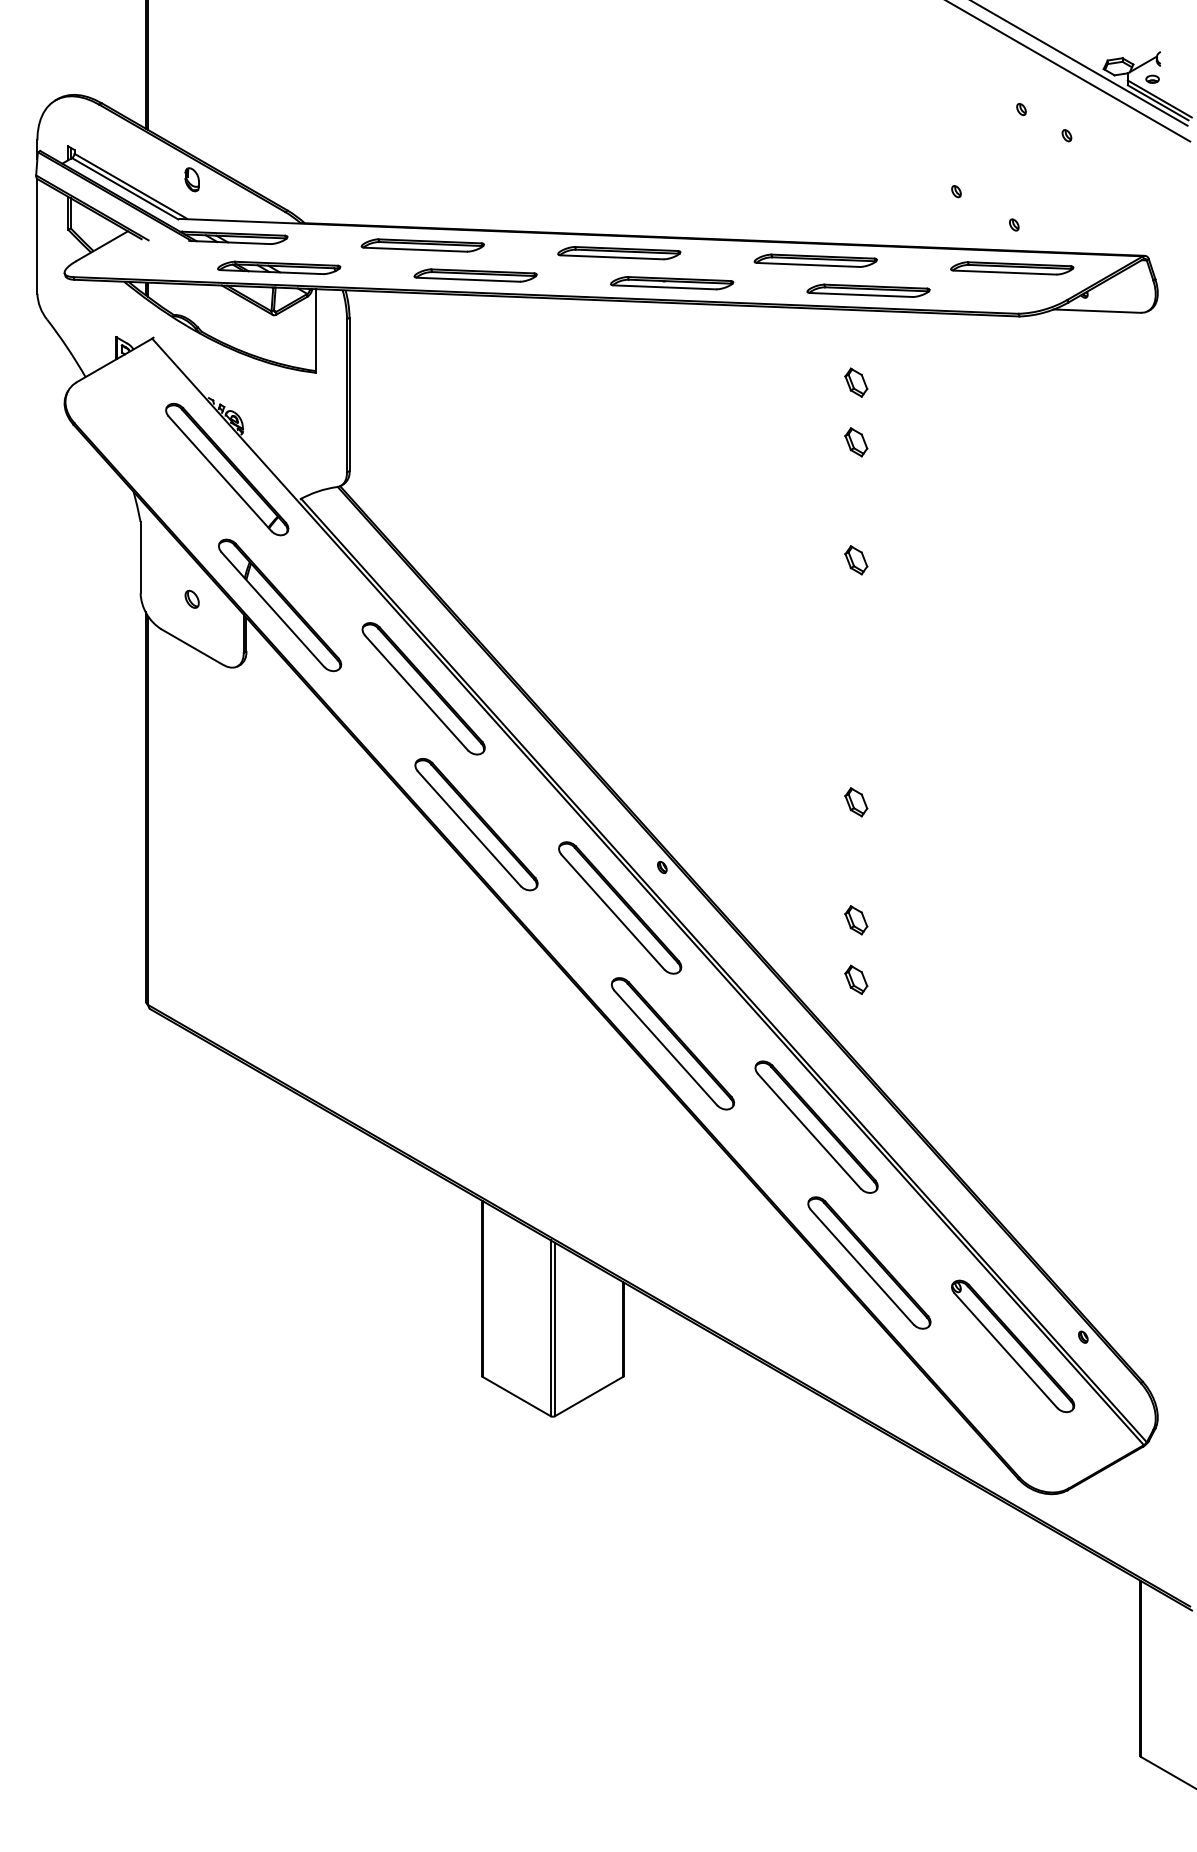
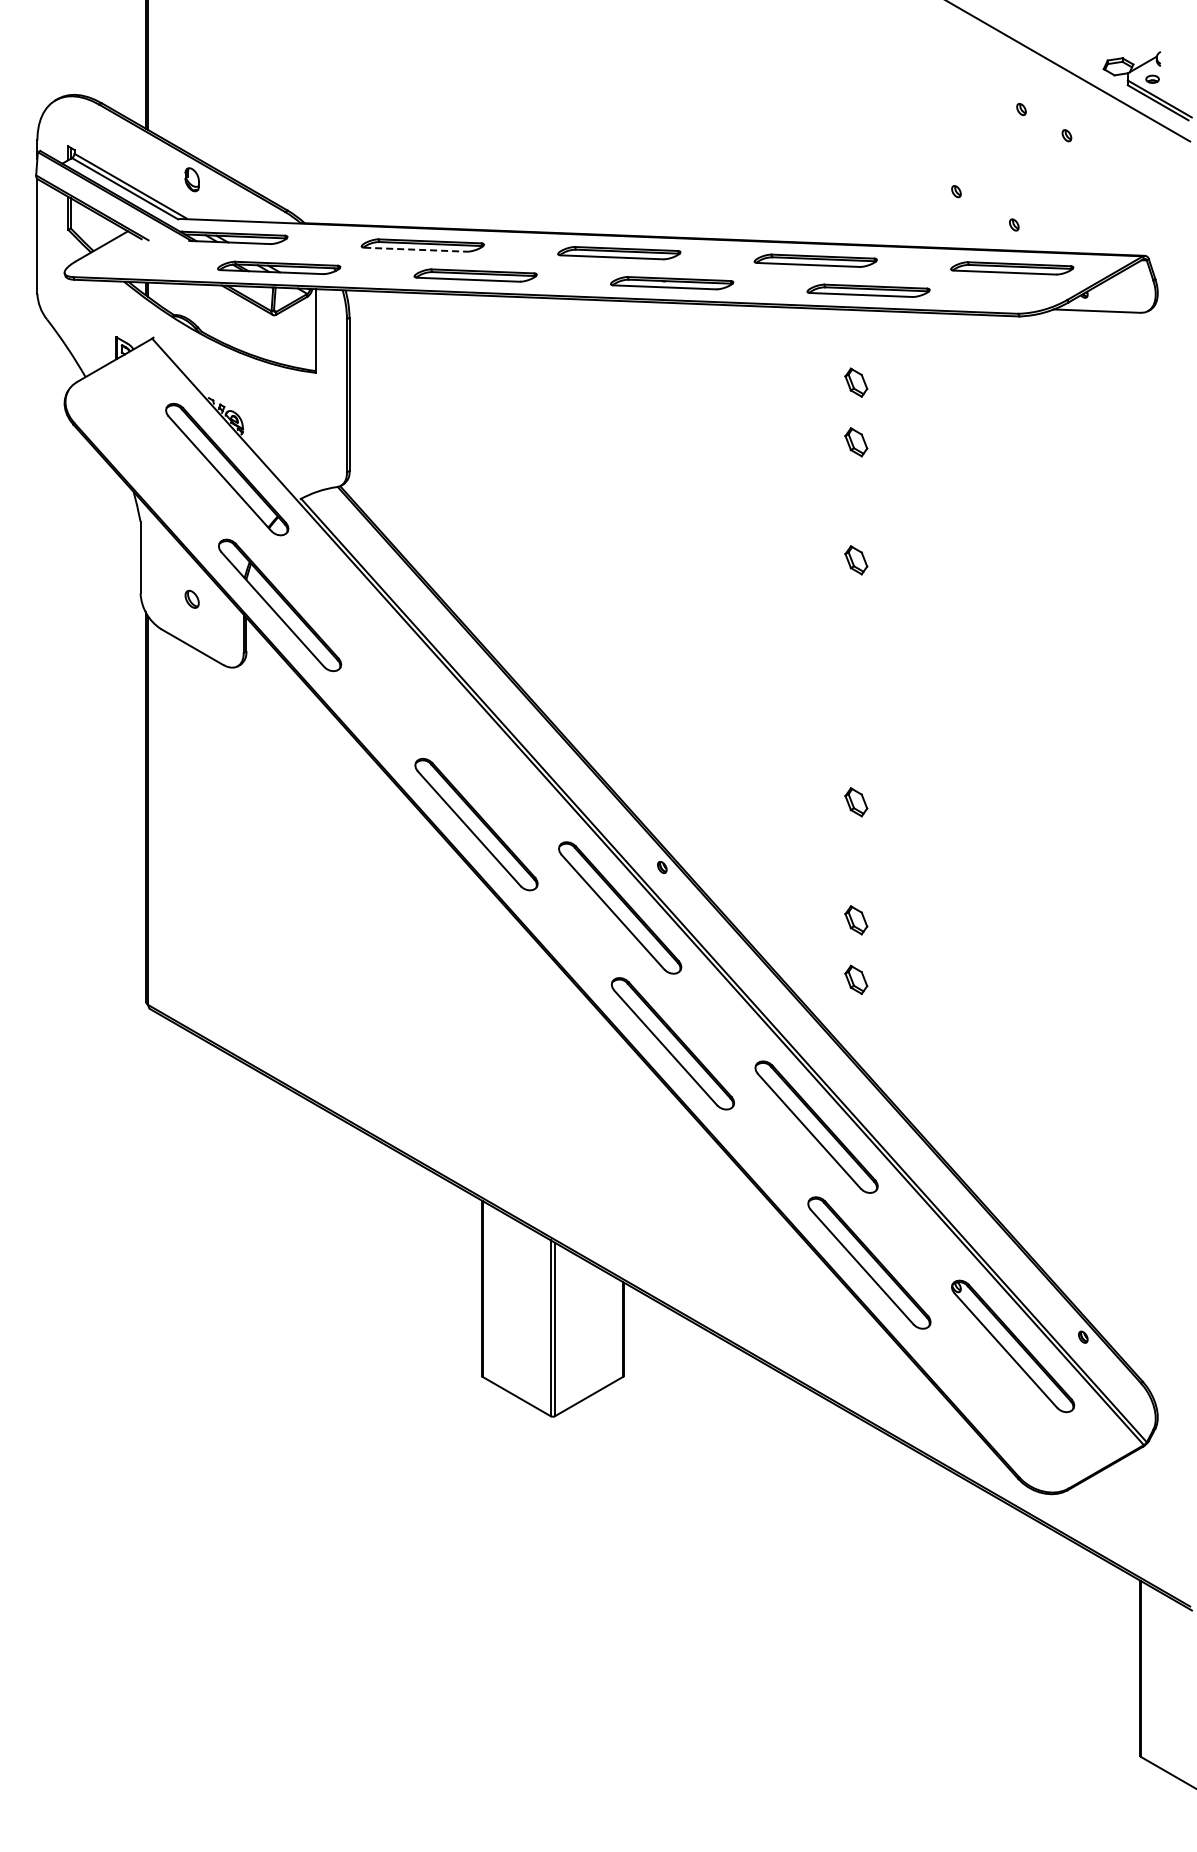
line at (1080, 63): present -> none
line at (416, 249): solid -> dashed
part at (423, 688): present -> none
